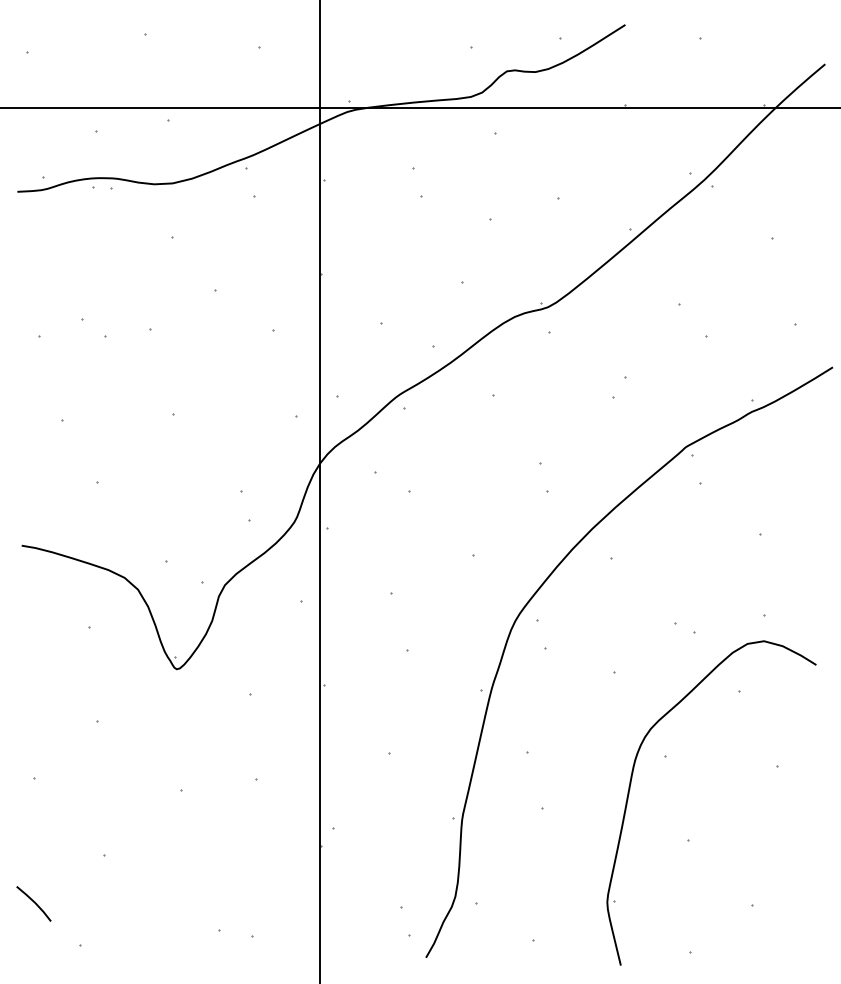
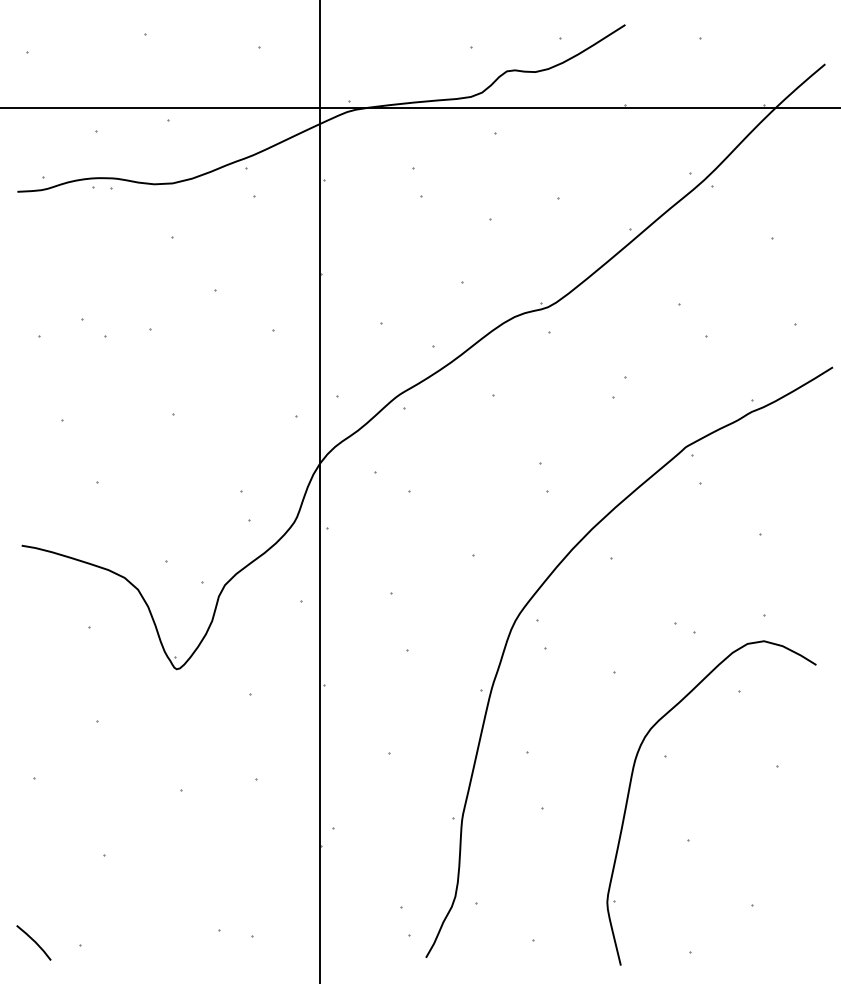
line at (33, 902) position: (33, 902) -> (33, 941)
